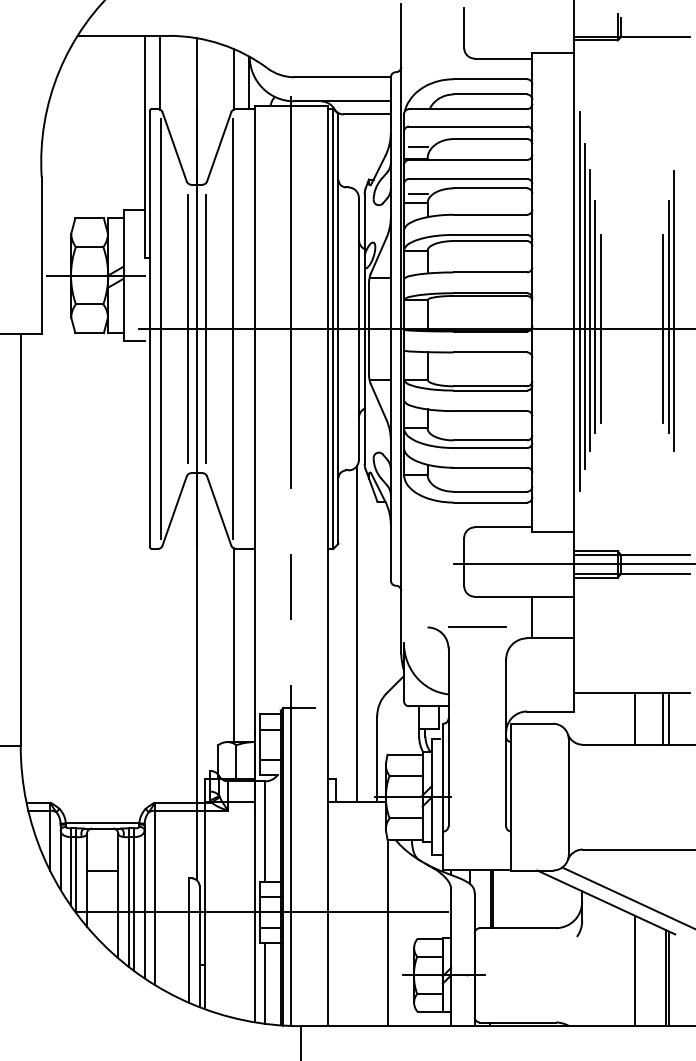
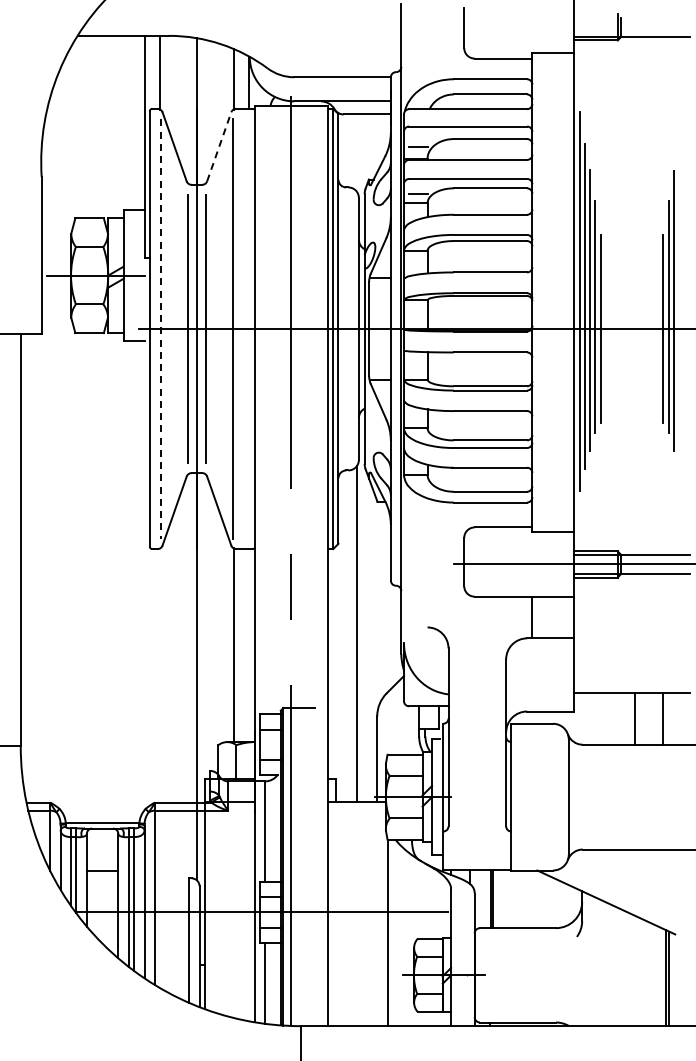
line at (219, 146): solid -> dashed
line at (161, 328): solid -> dashed
line at (477, 626): present -> none
line at (668, 718): present -> none
line at (627, 897): present -> none
line at (634, 970): present -> none
